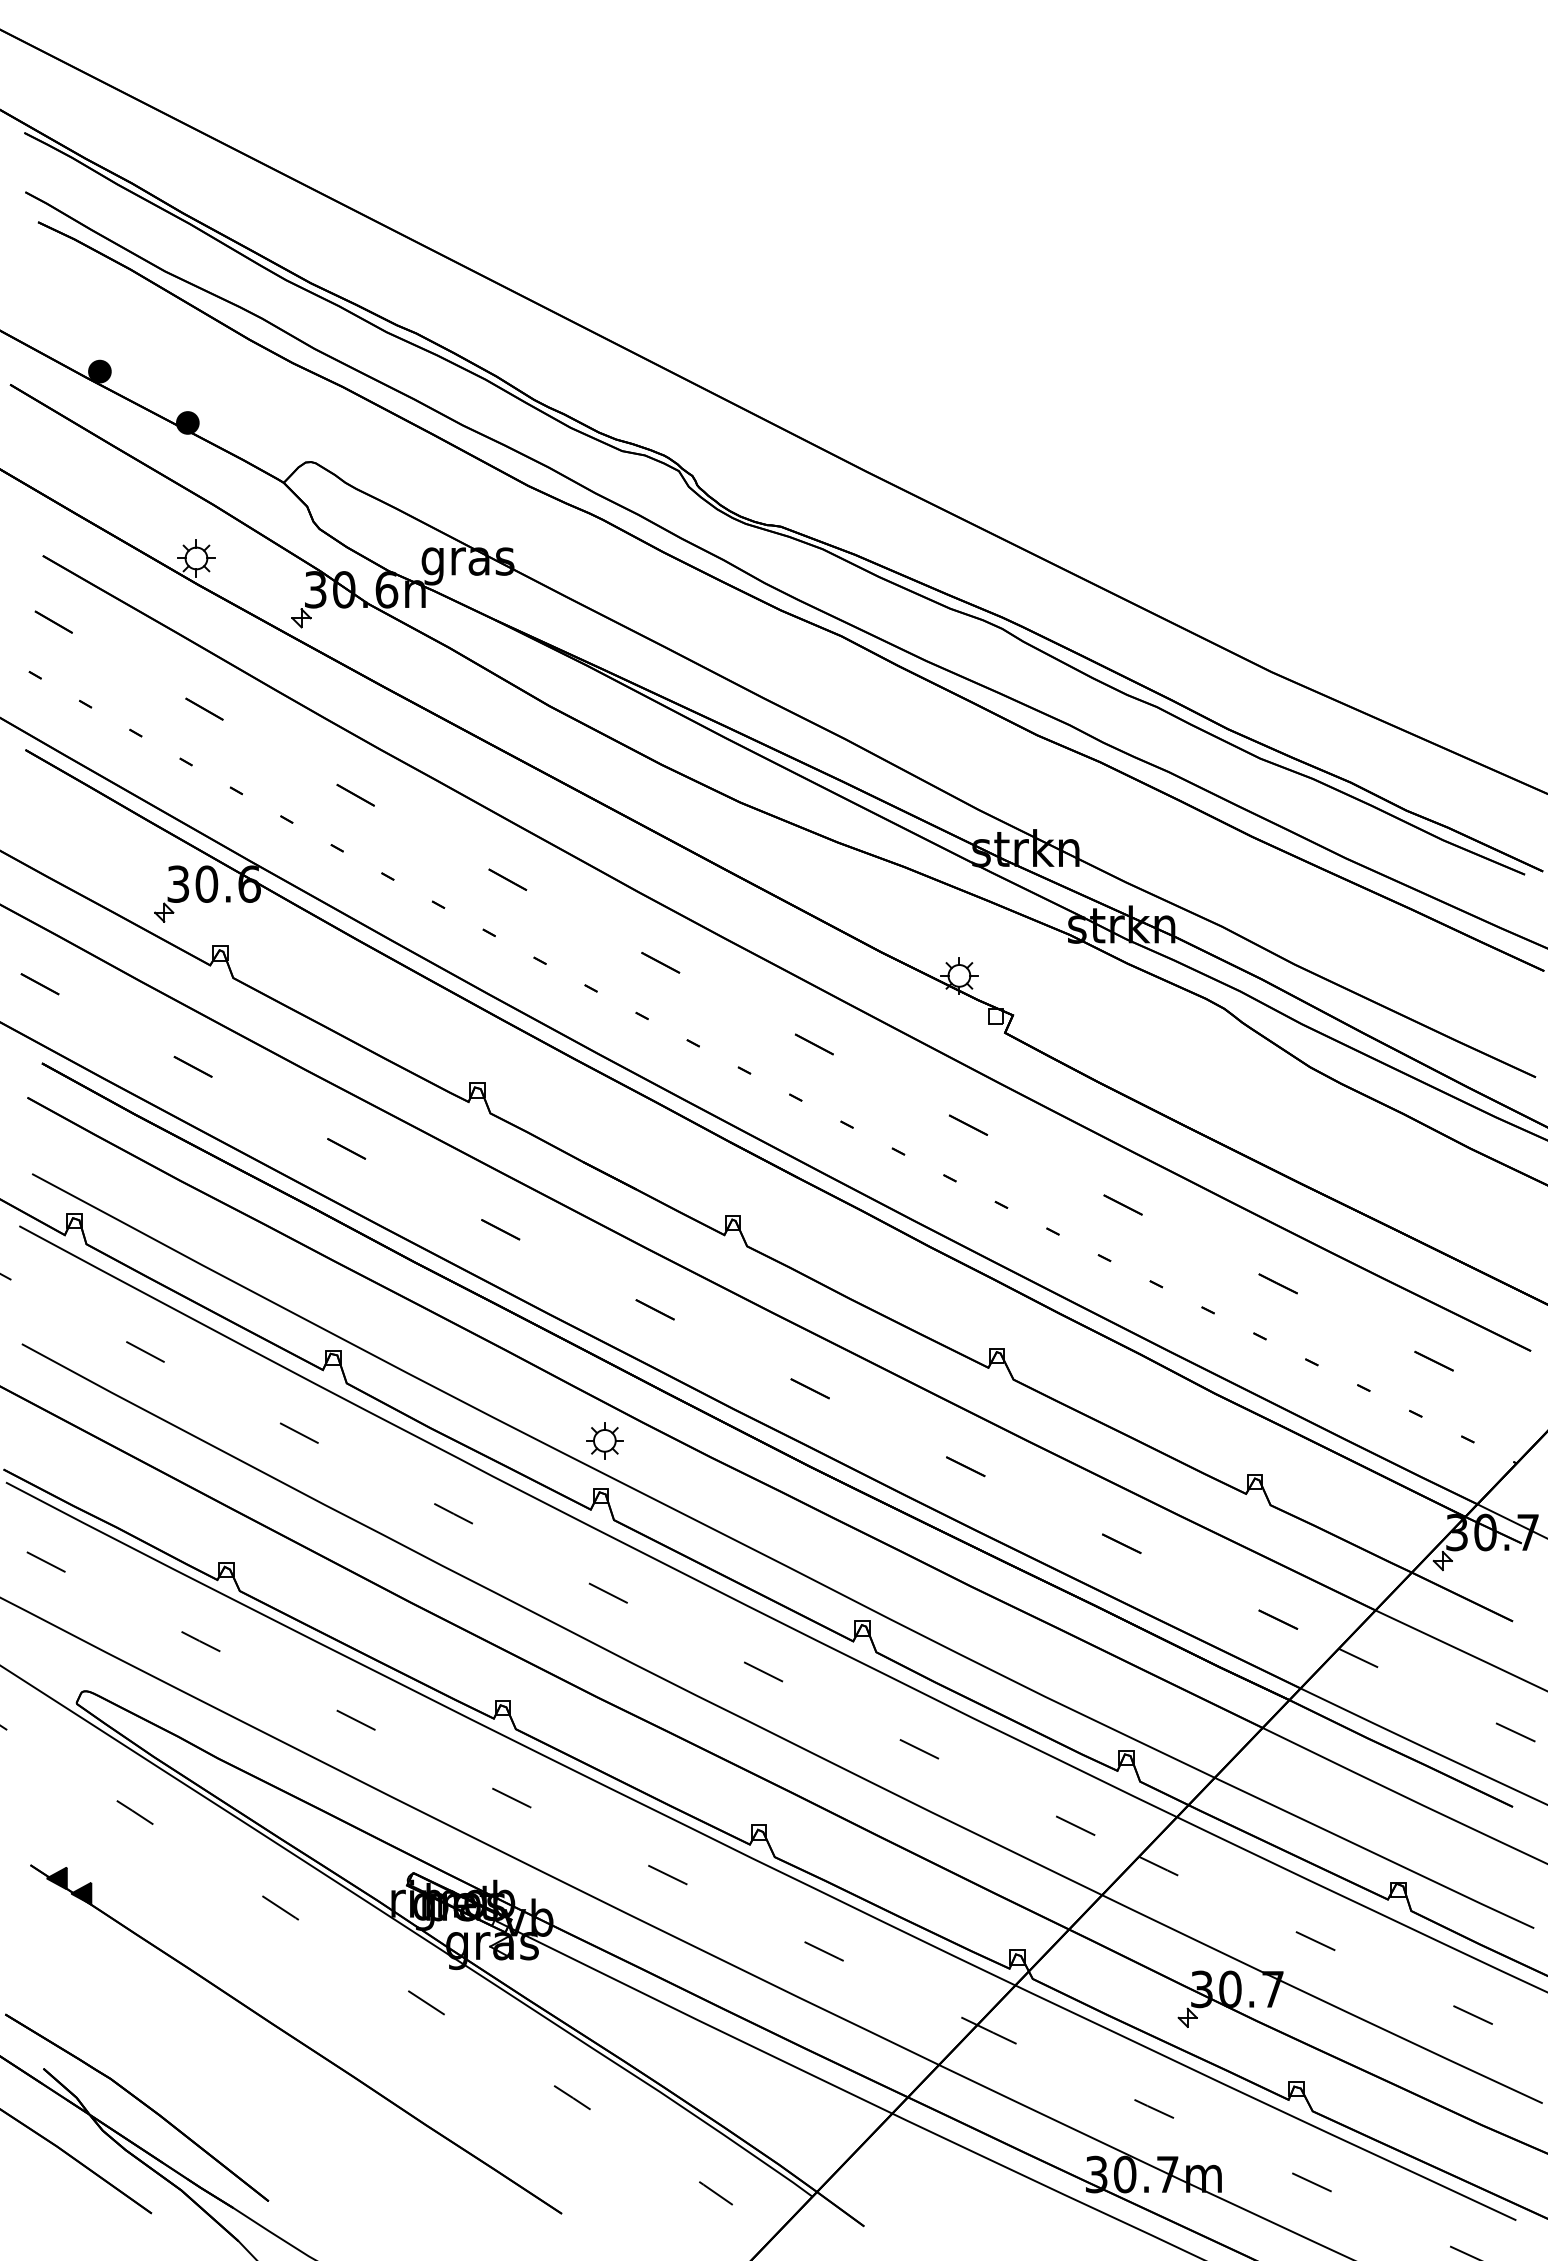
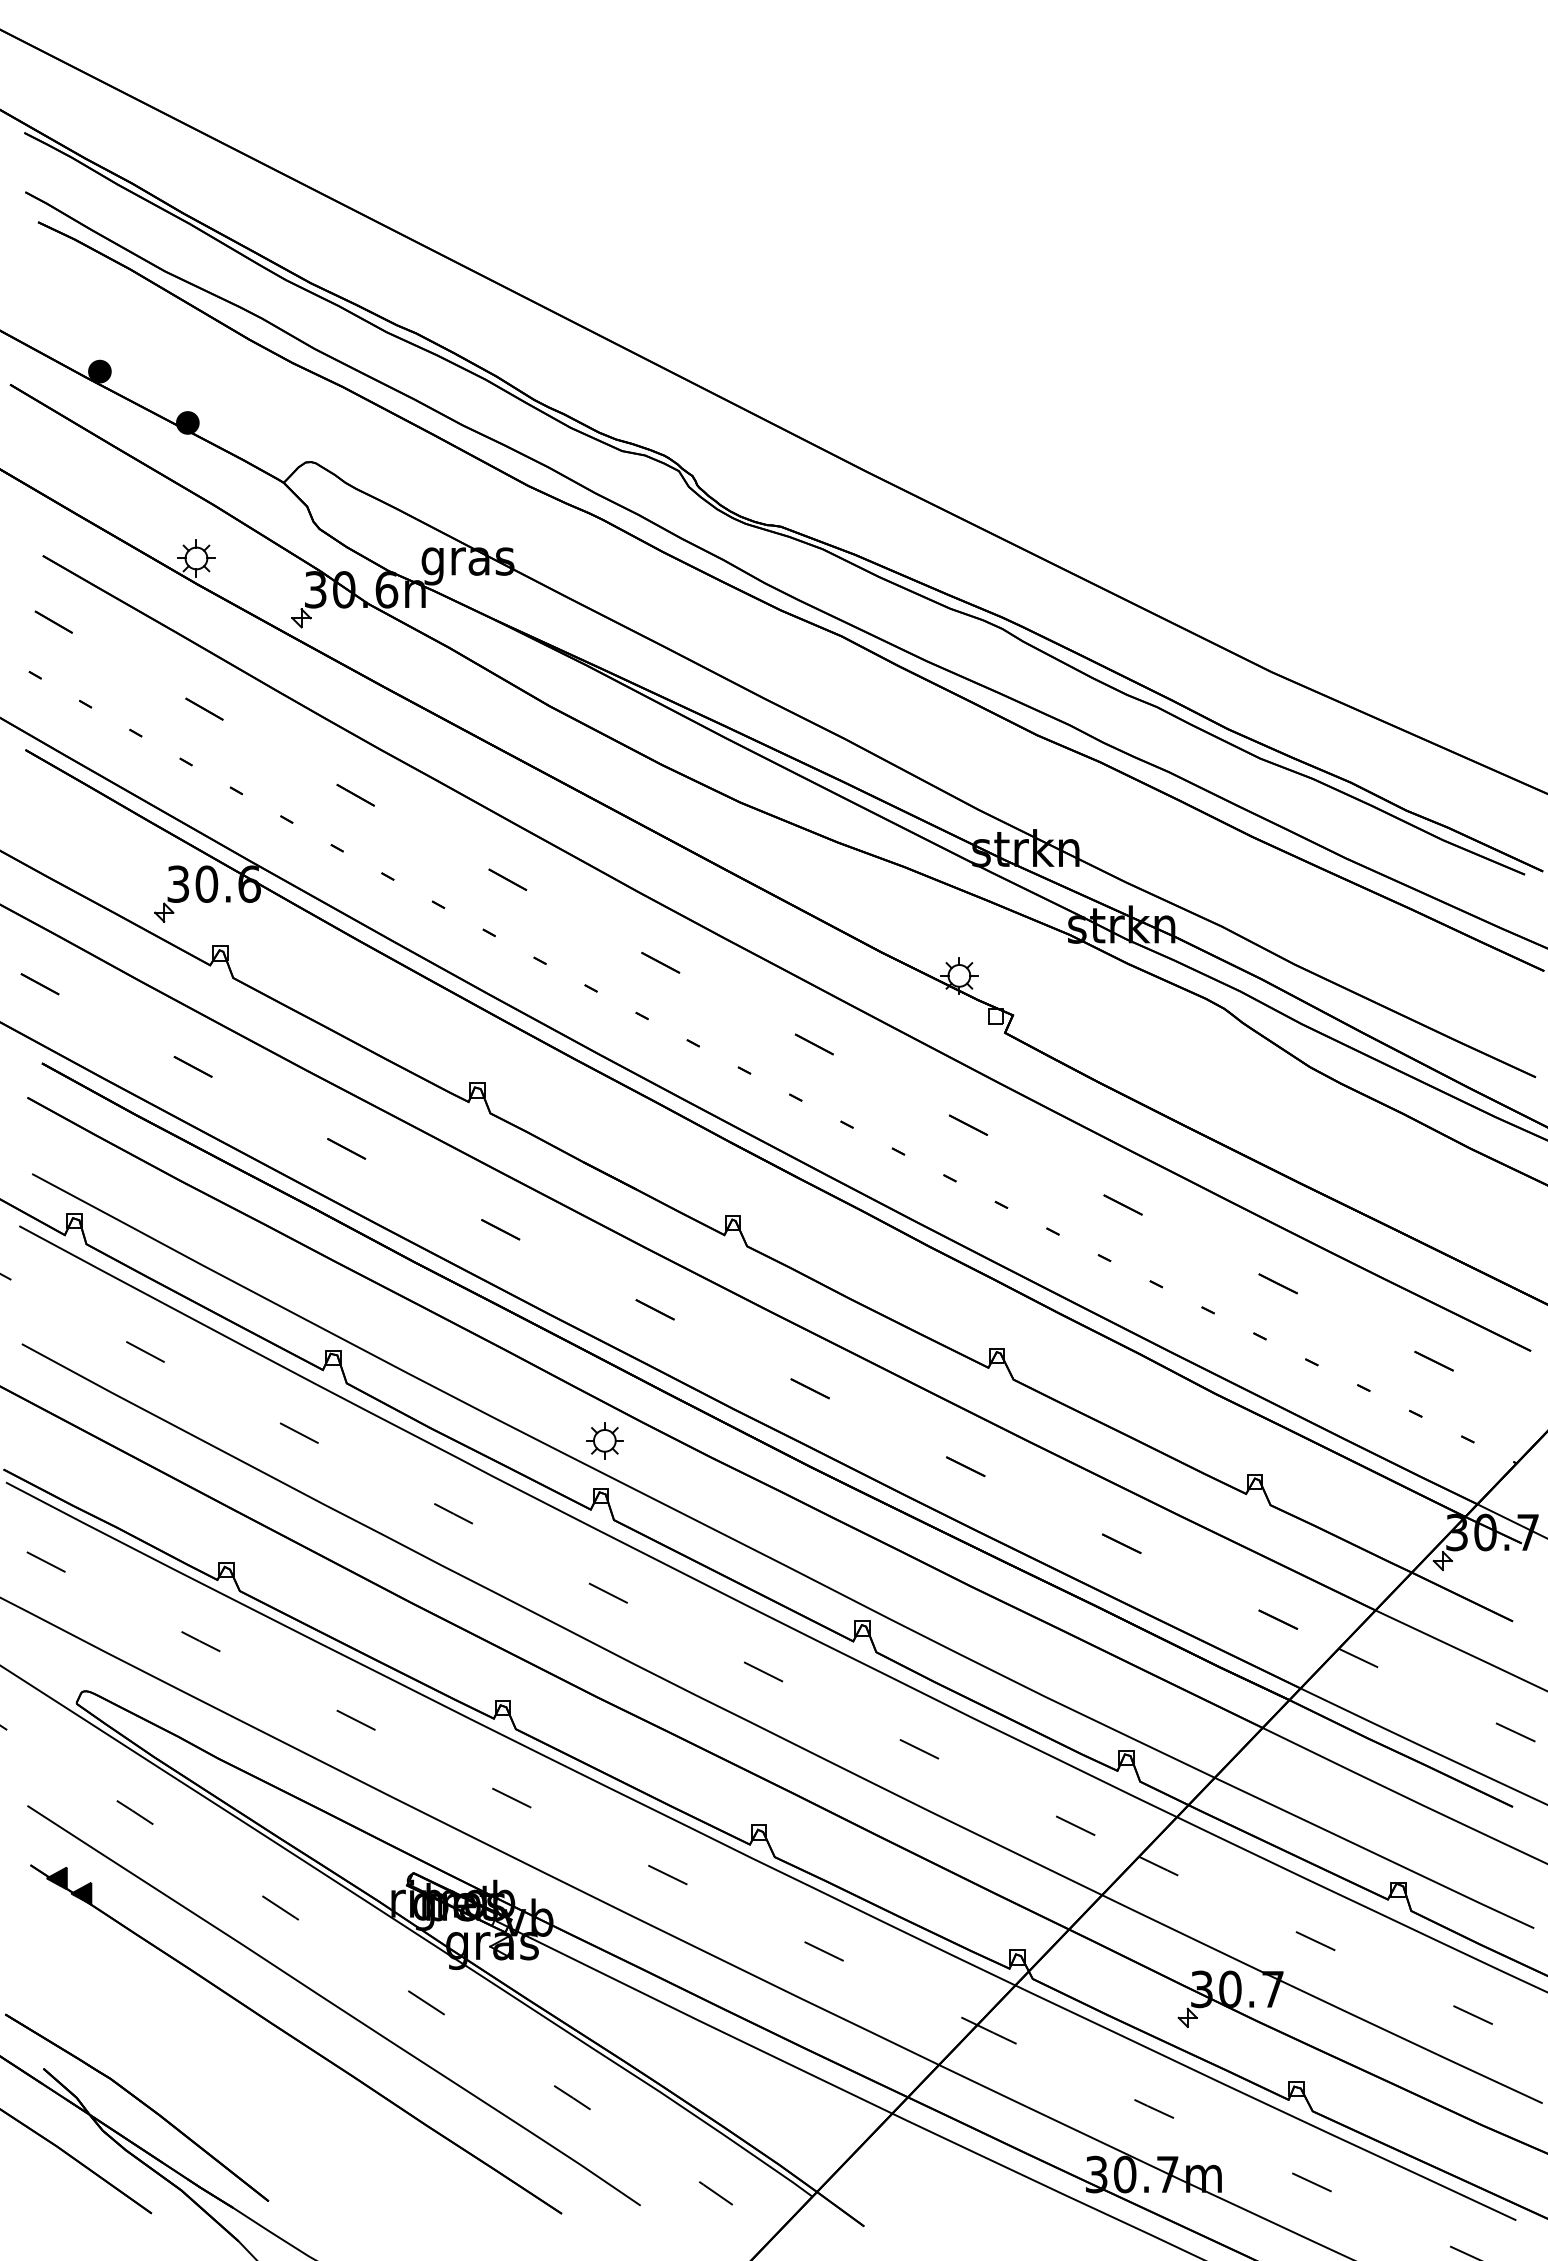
curve at (333, 2005): none -> present
